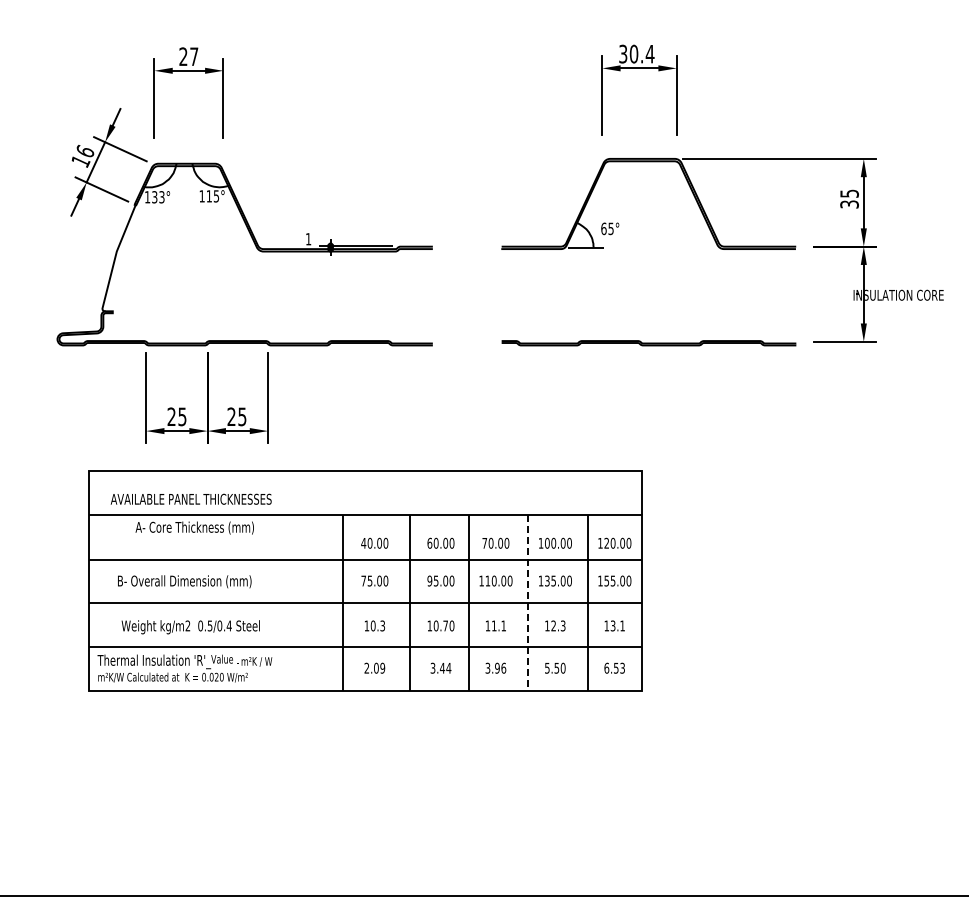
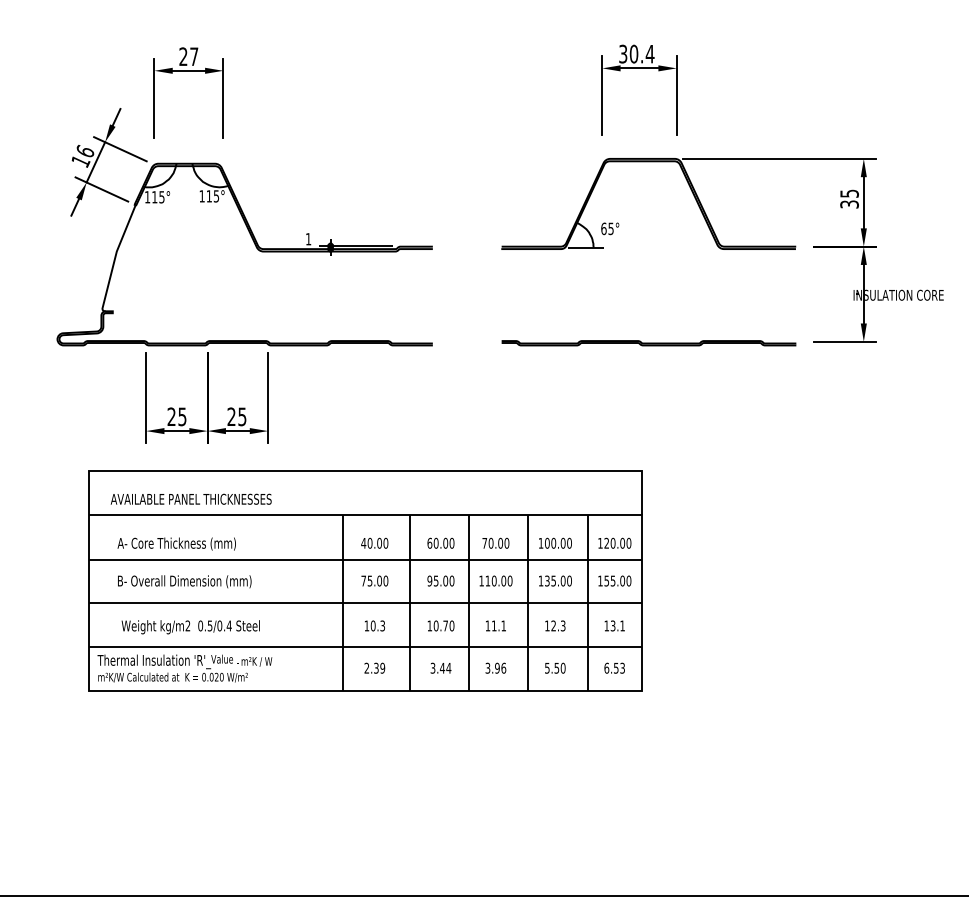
text at (158, 197): 133° -> 115°
text at (194, 527) position: (194, 527) -> (176, 543)
line at (528, 603): dashed -> solid
text at (376, 667): 2.09 -> 2.39
